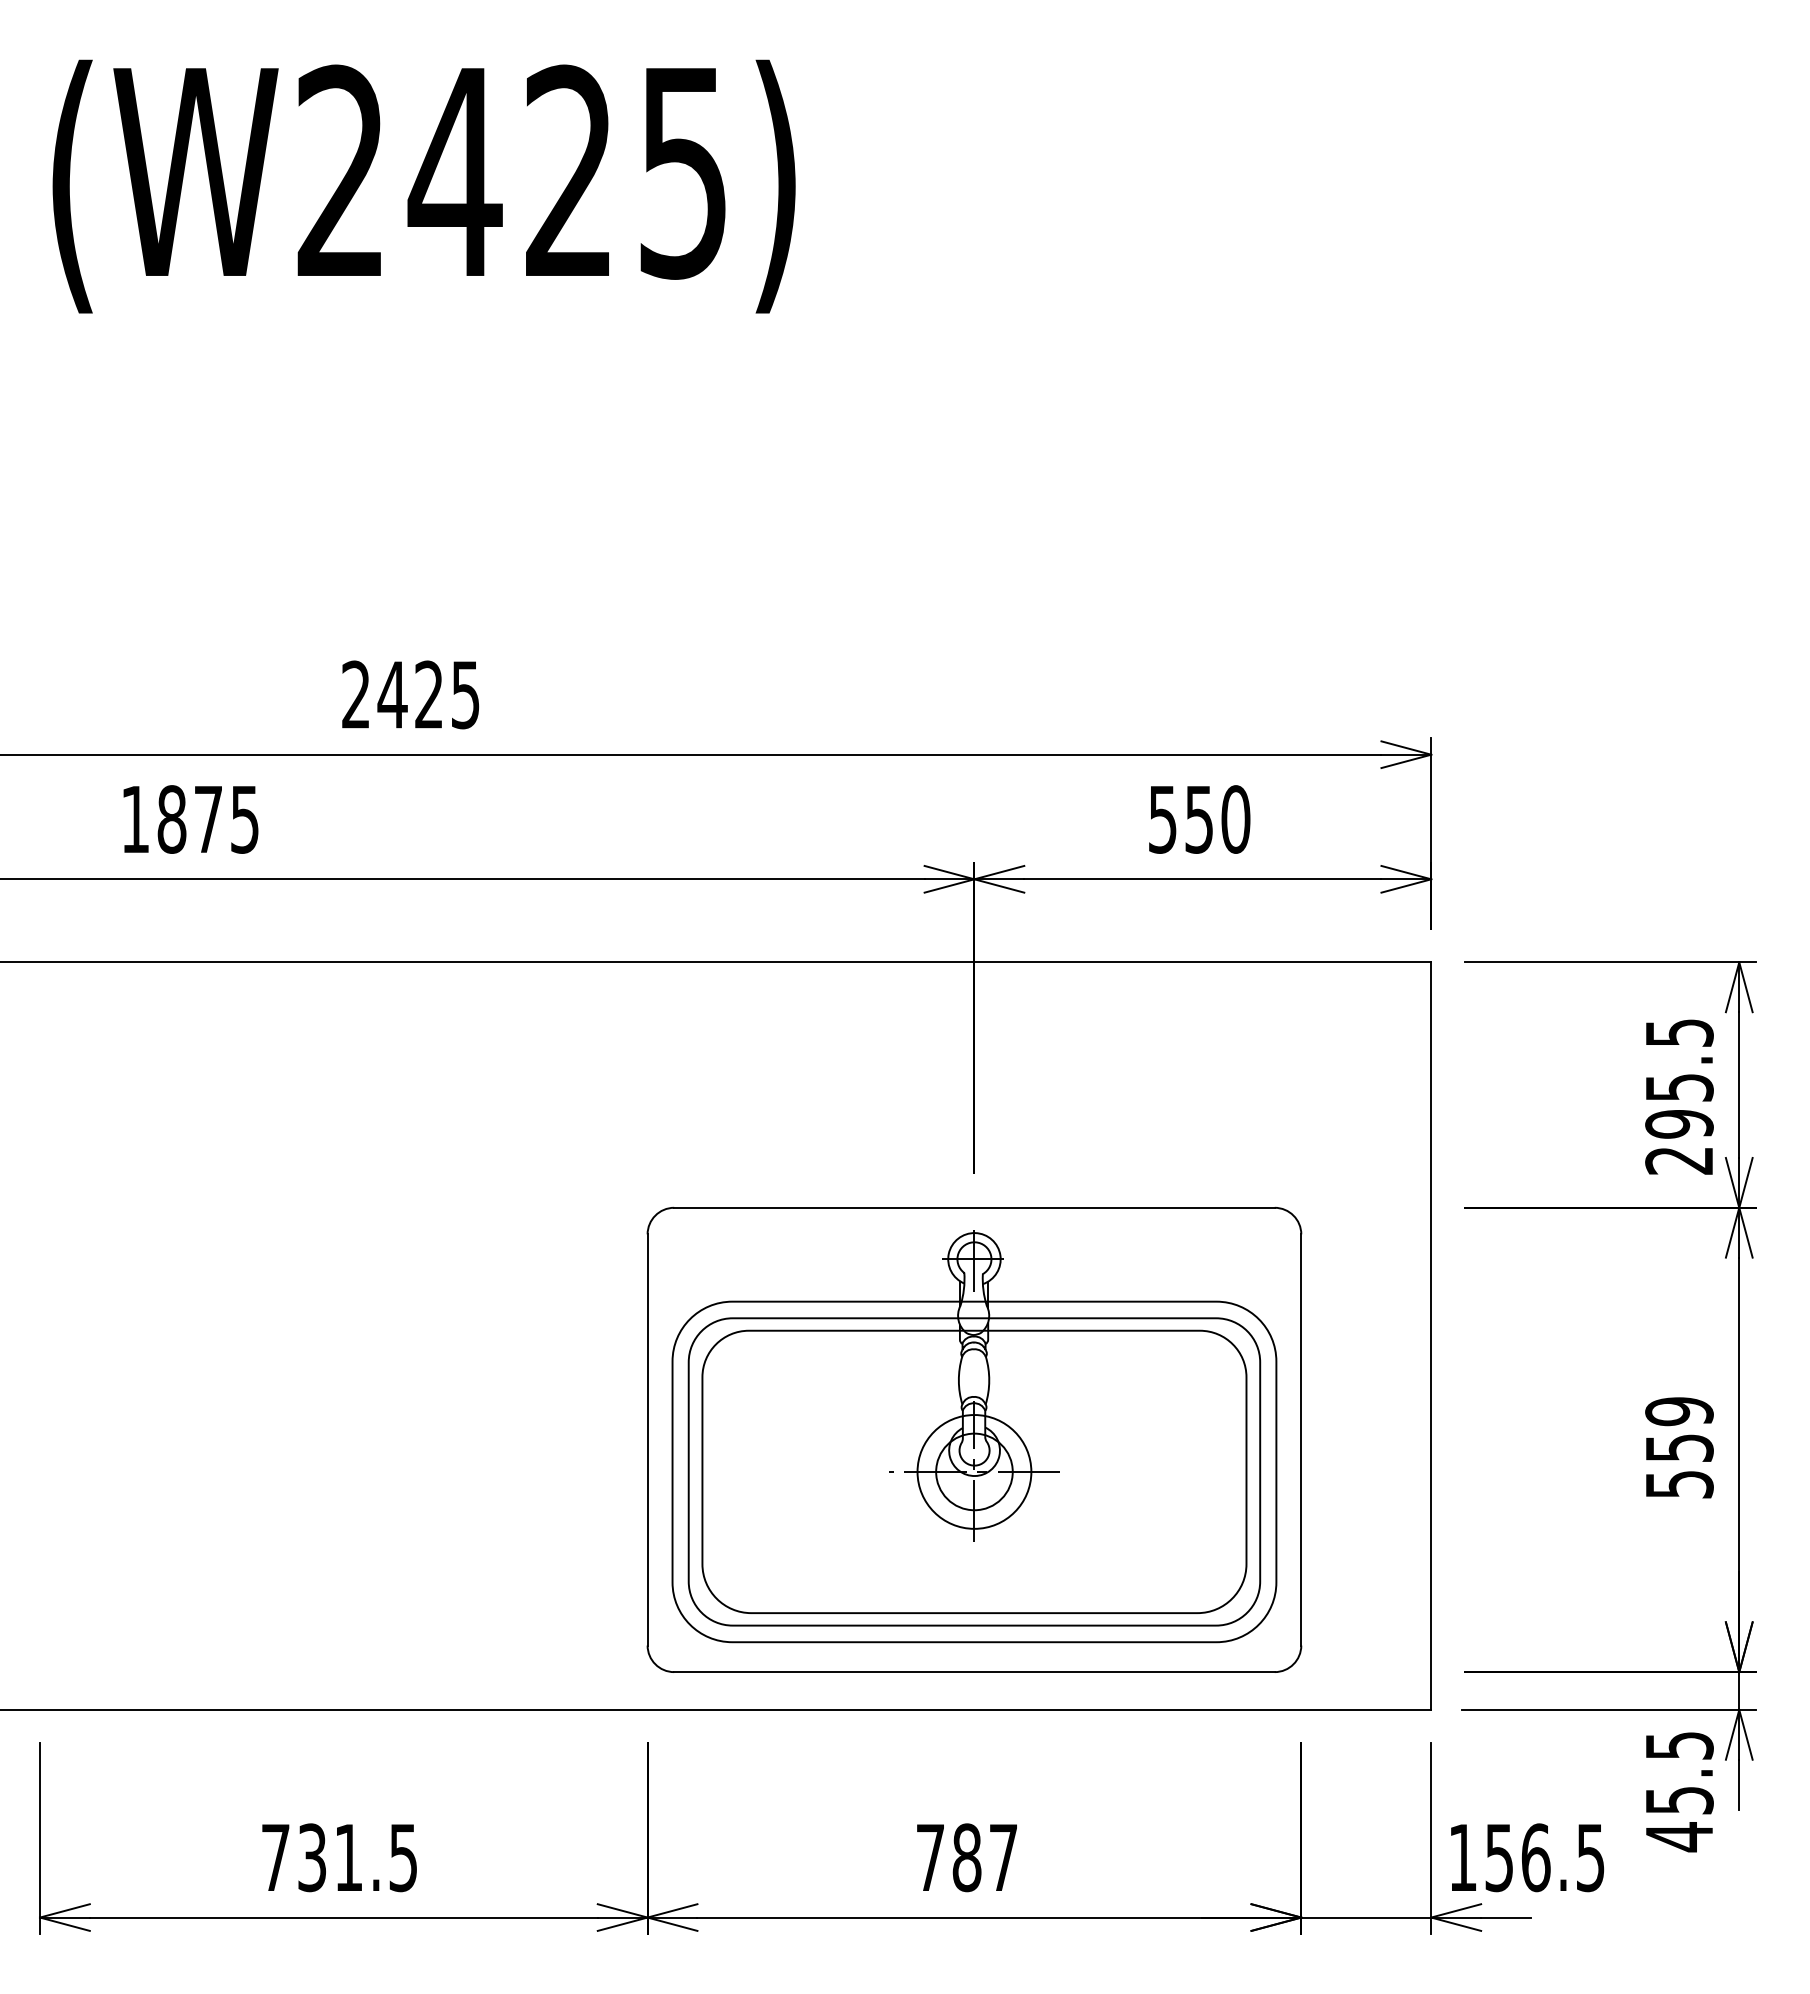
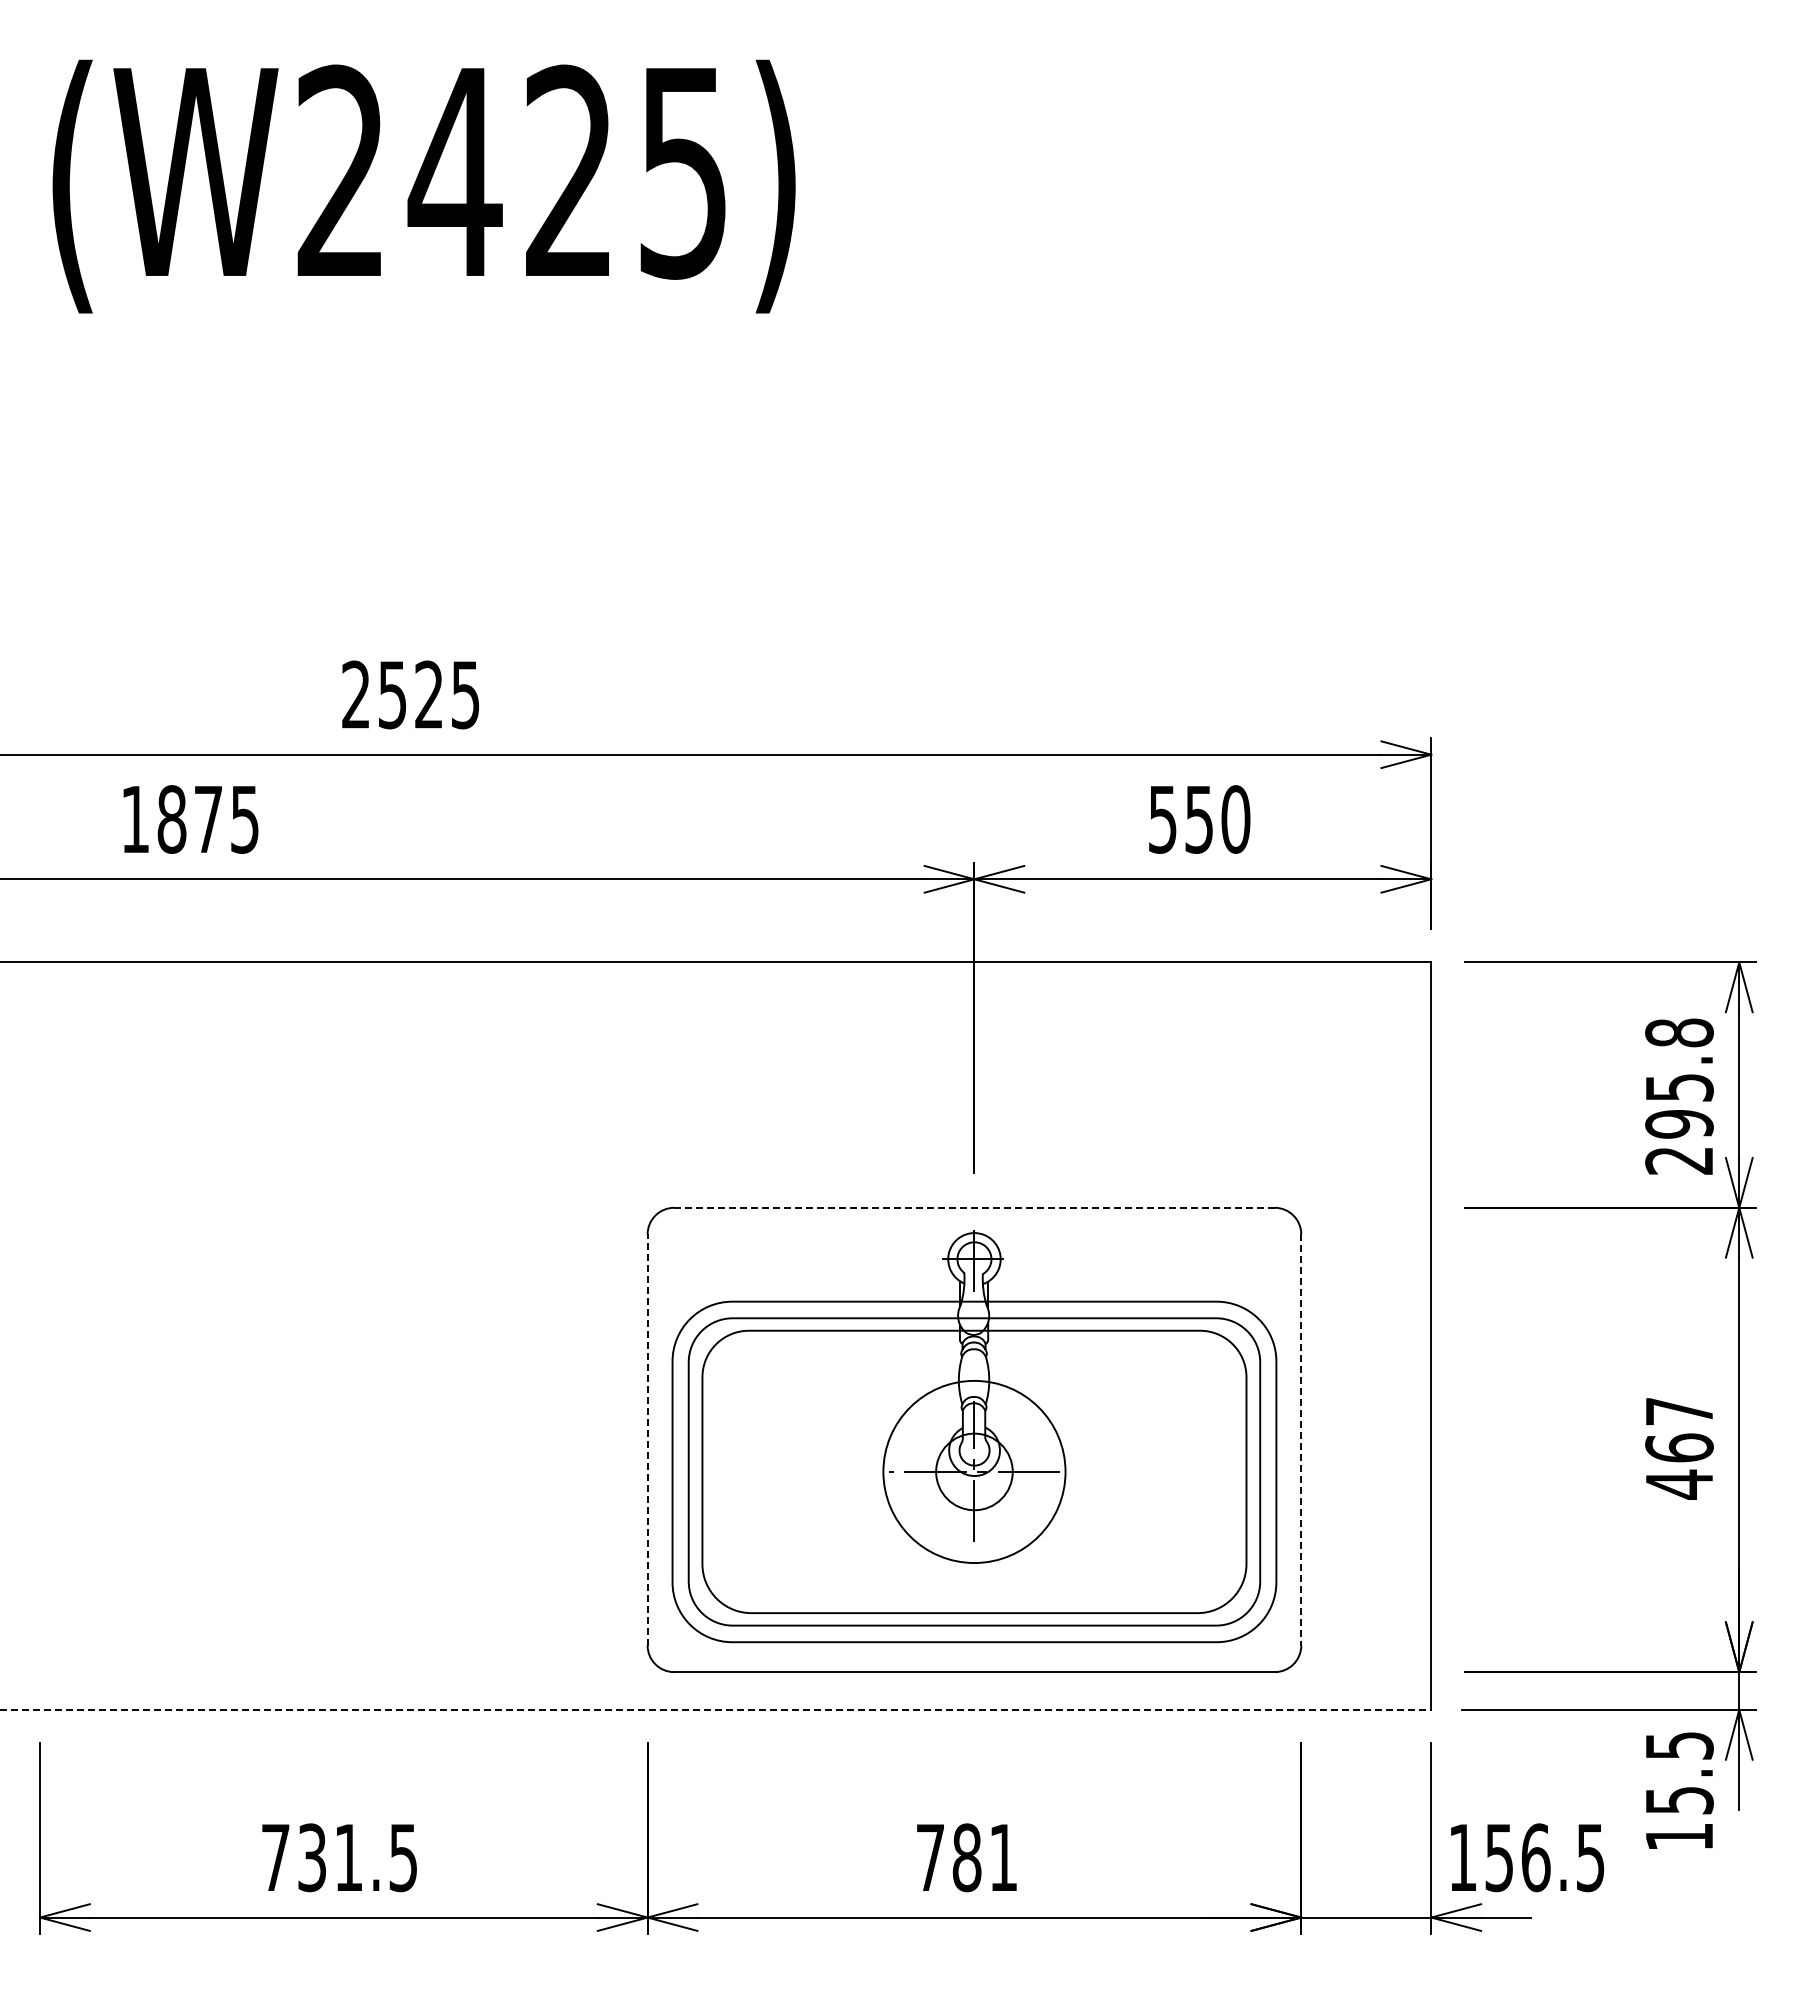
text at (392, 695): 2425 -> 2525
text at (1679, 1032): 295.5 -> 295.8
line at (974, 1207): solid -> dashed
line at (647, 1439): solid -> dashed
line at (1301, 1439): solid -> dashed
text at (1679, 1448): 559 -> 467
circle at (974, 1471) diameter: 114 px -> 182 px
line at (716, 1709): solid -> dashed
text at (1679, 1837): 45.5 -> 15.5
text at (1003, 1857): 787 -> 781
